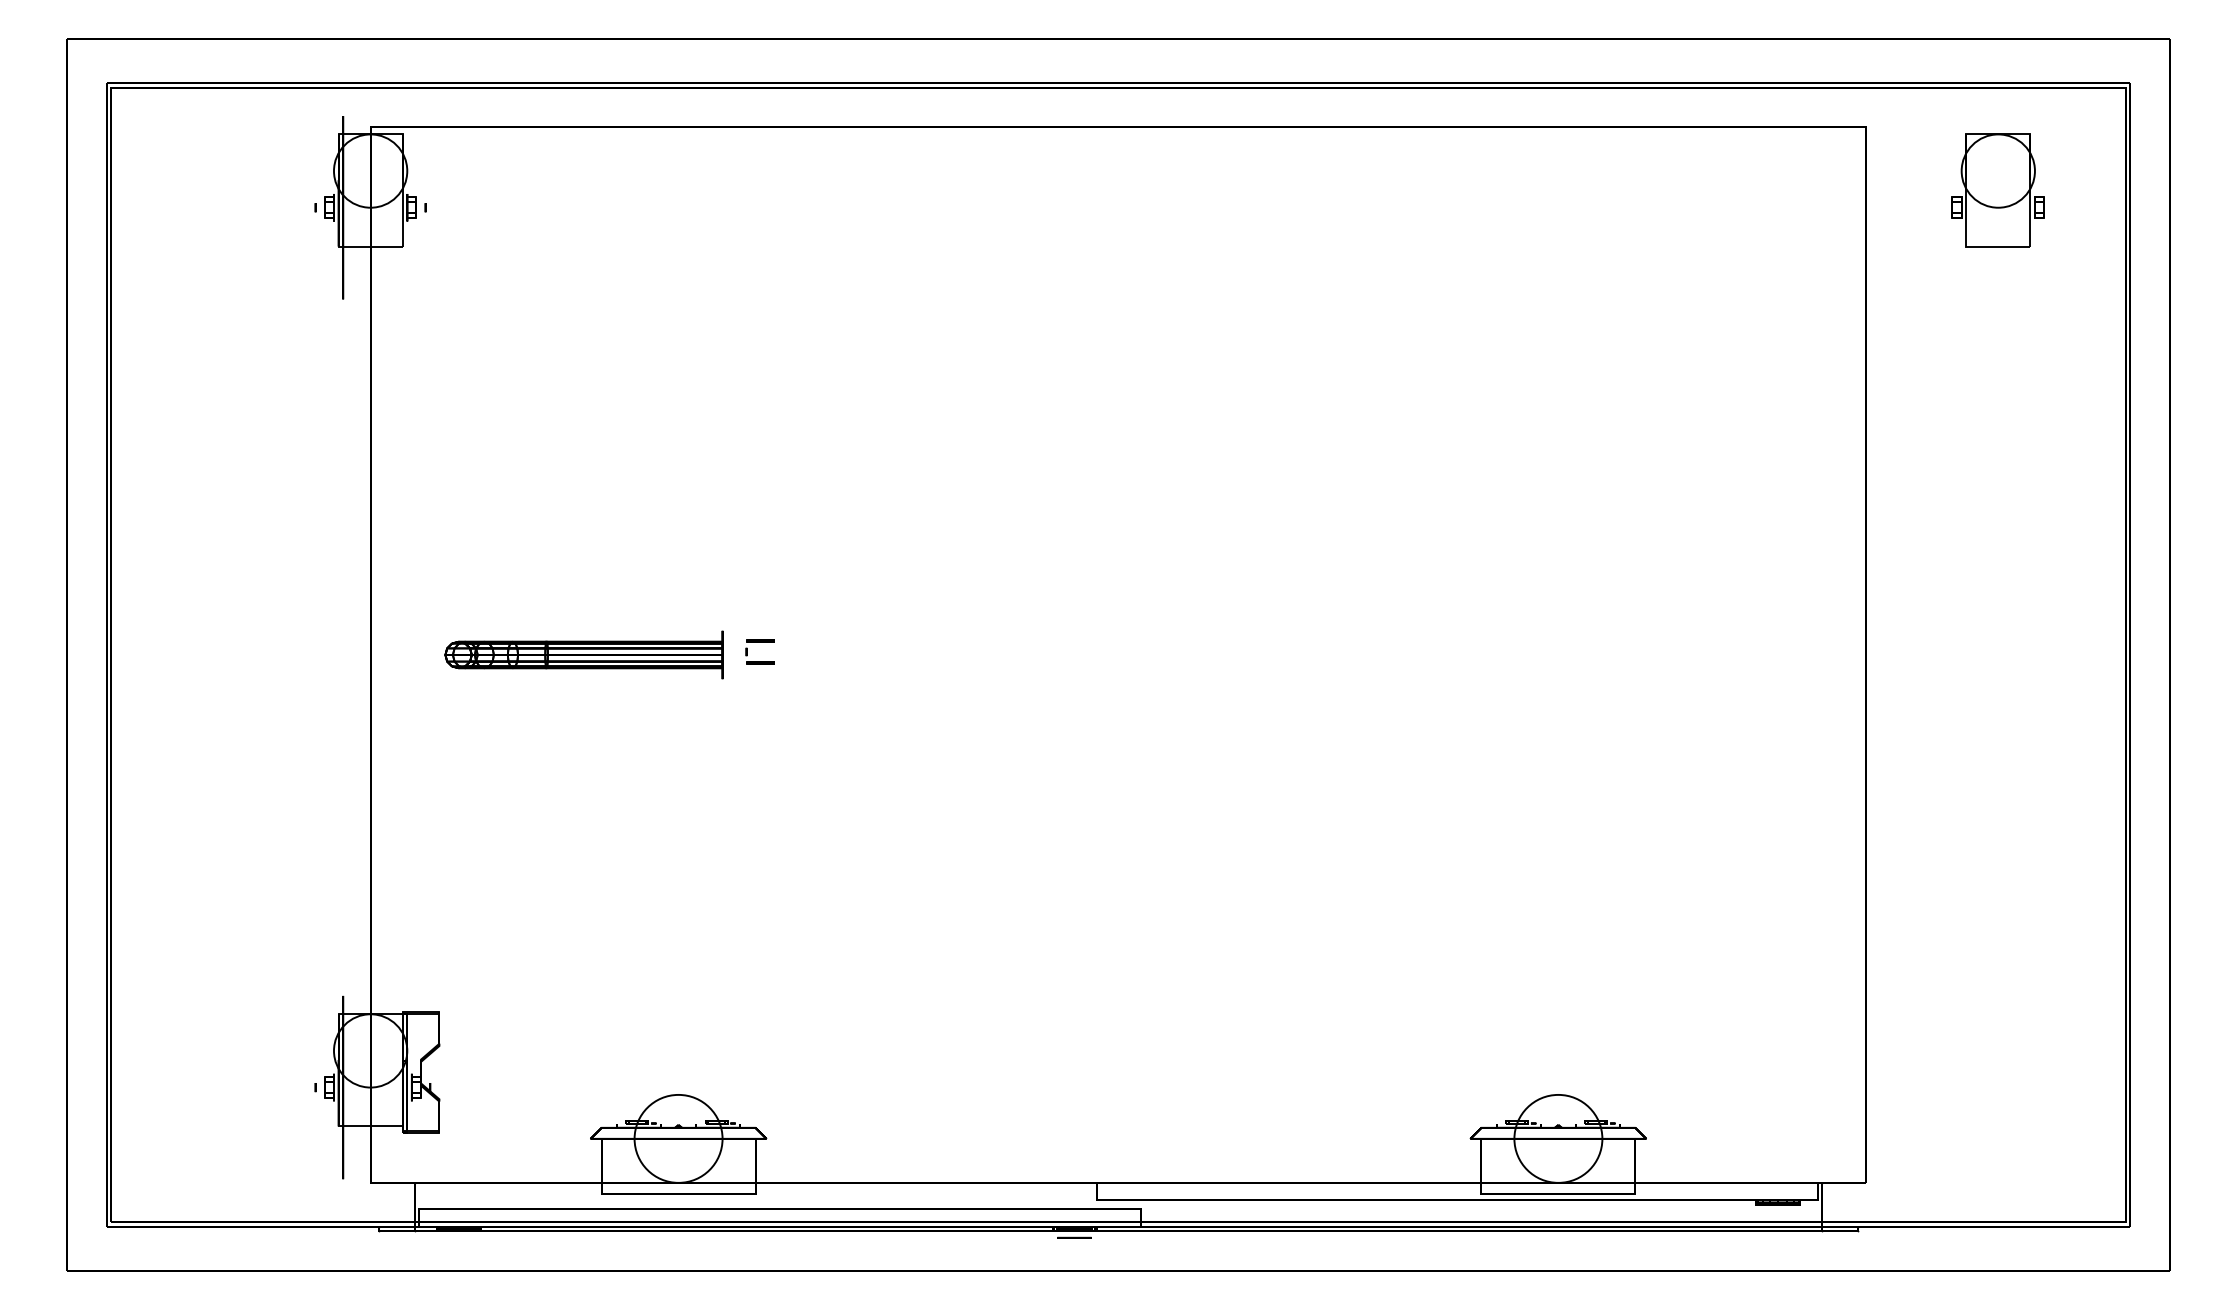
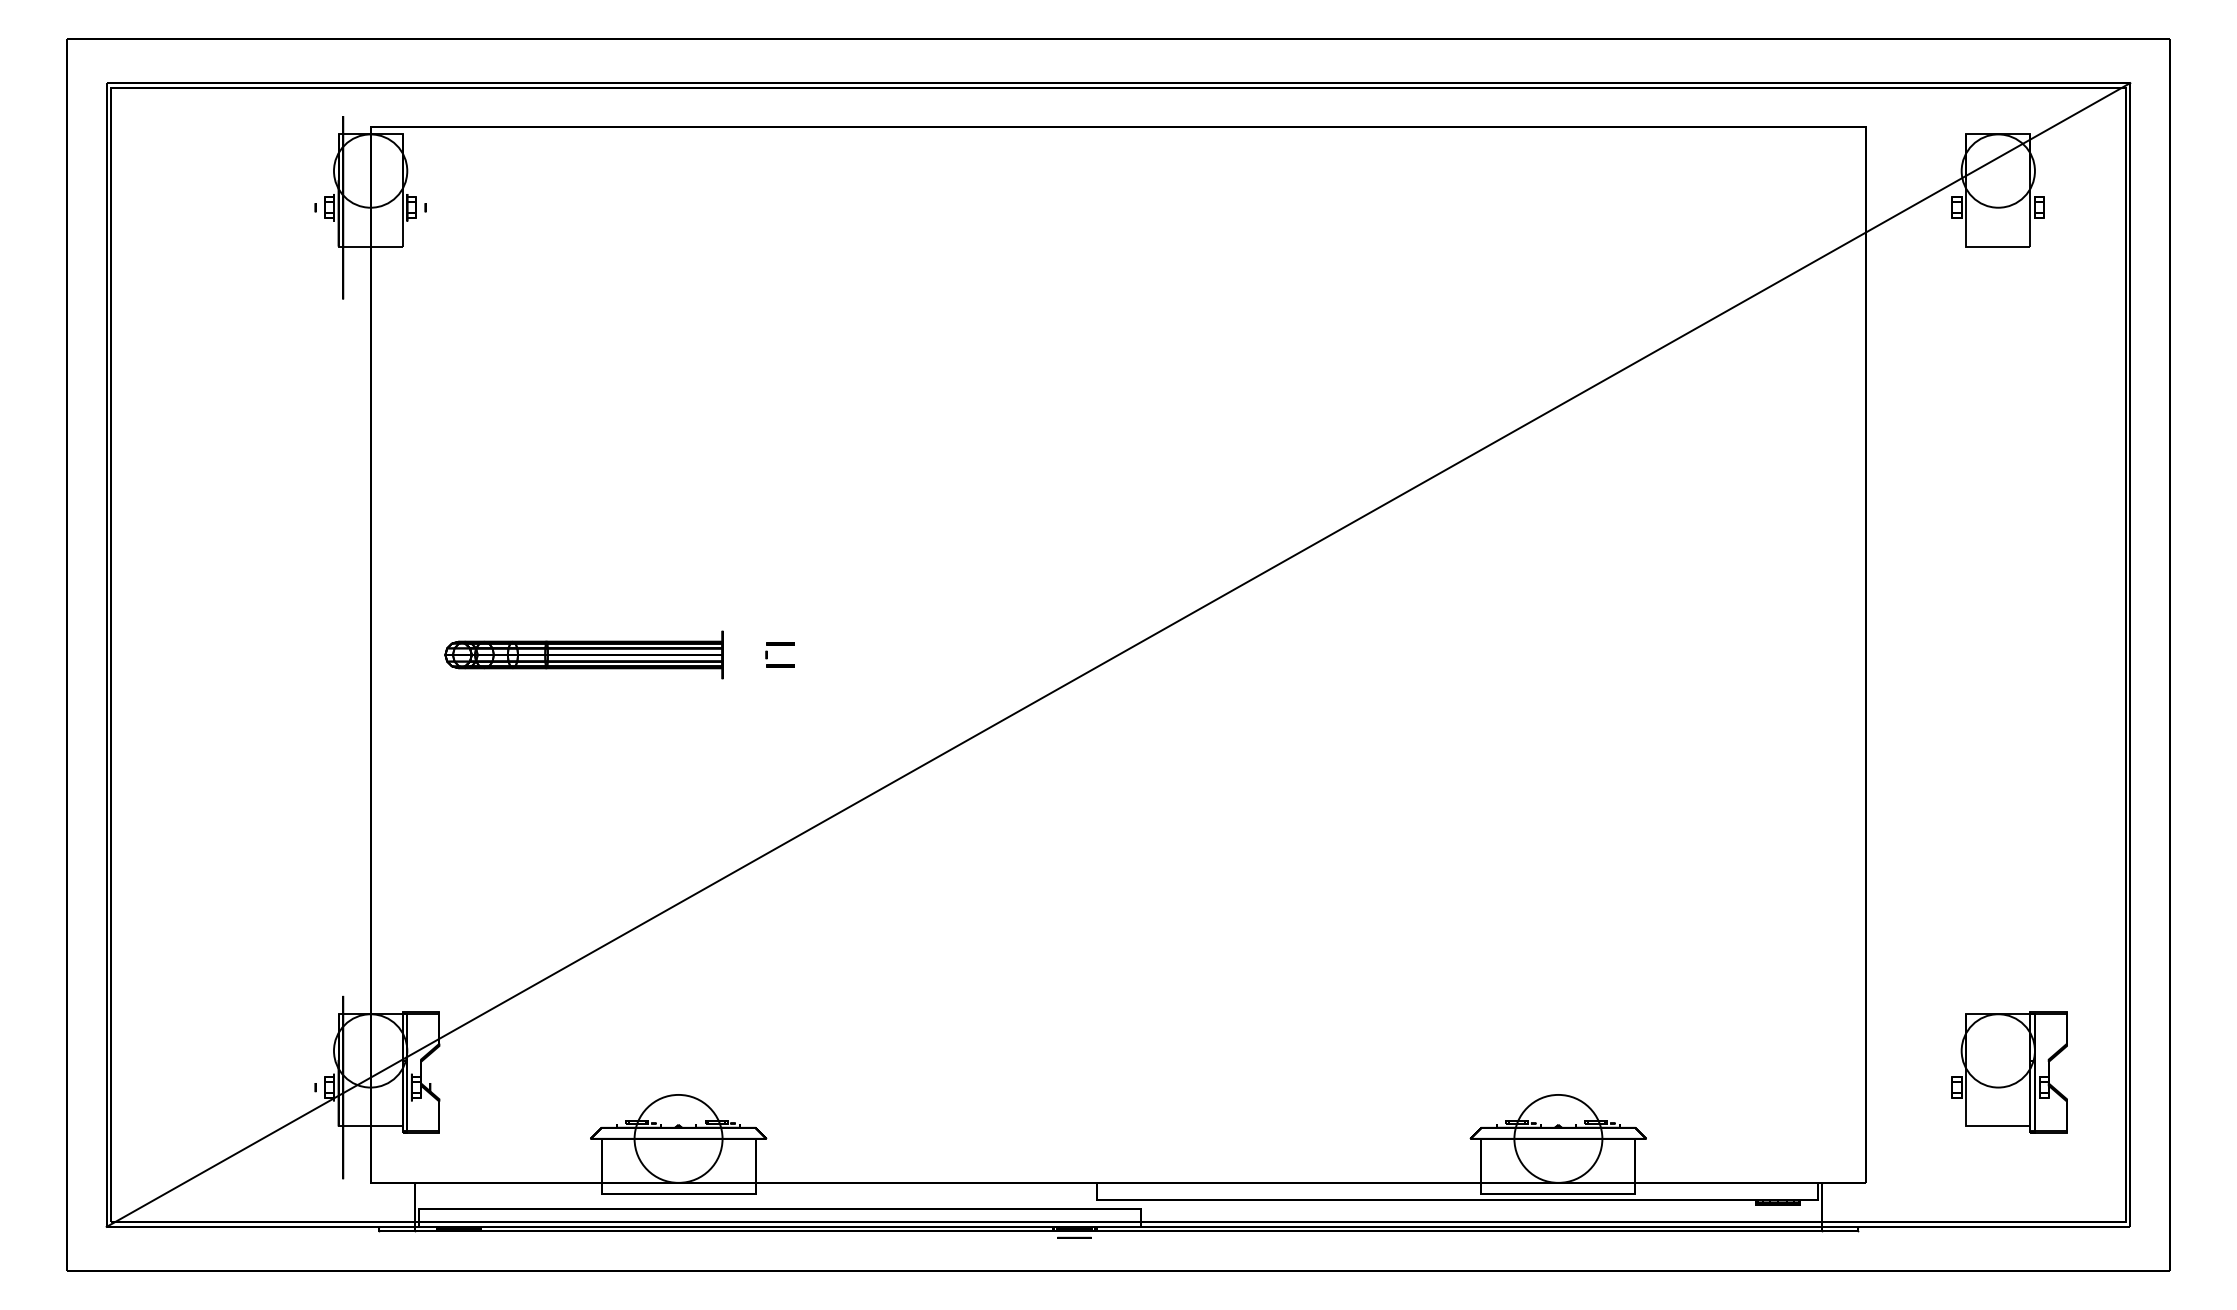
part at (759, 642) position: (759, 642) -> (779, 645)
line at (1118, 654): none -> present
part at (2009, 1072): none -> present
